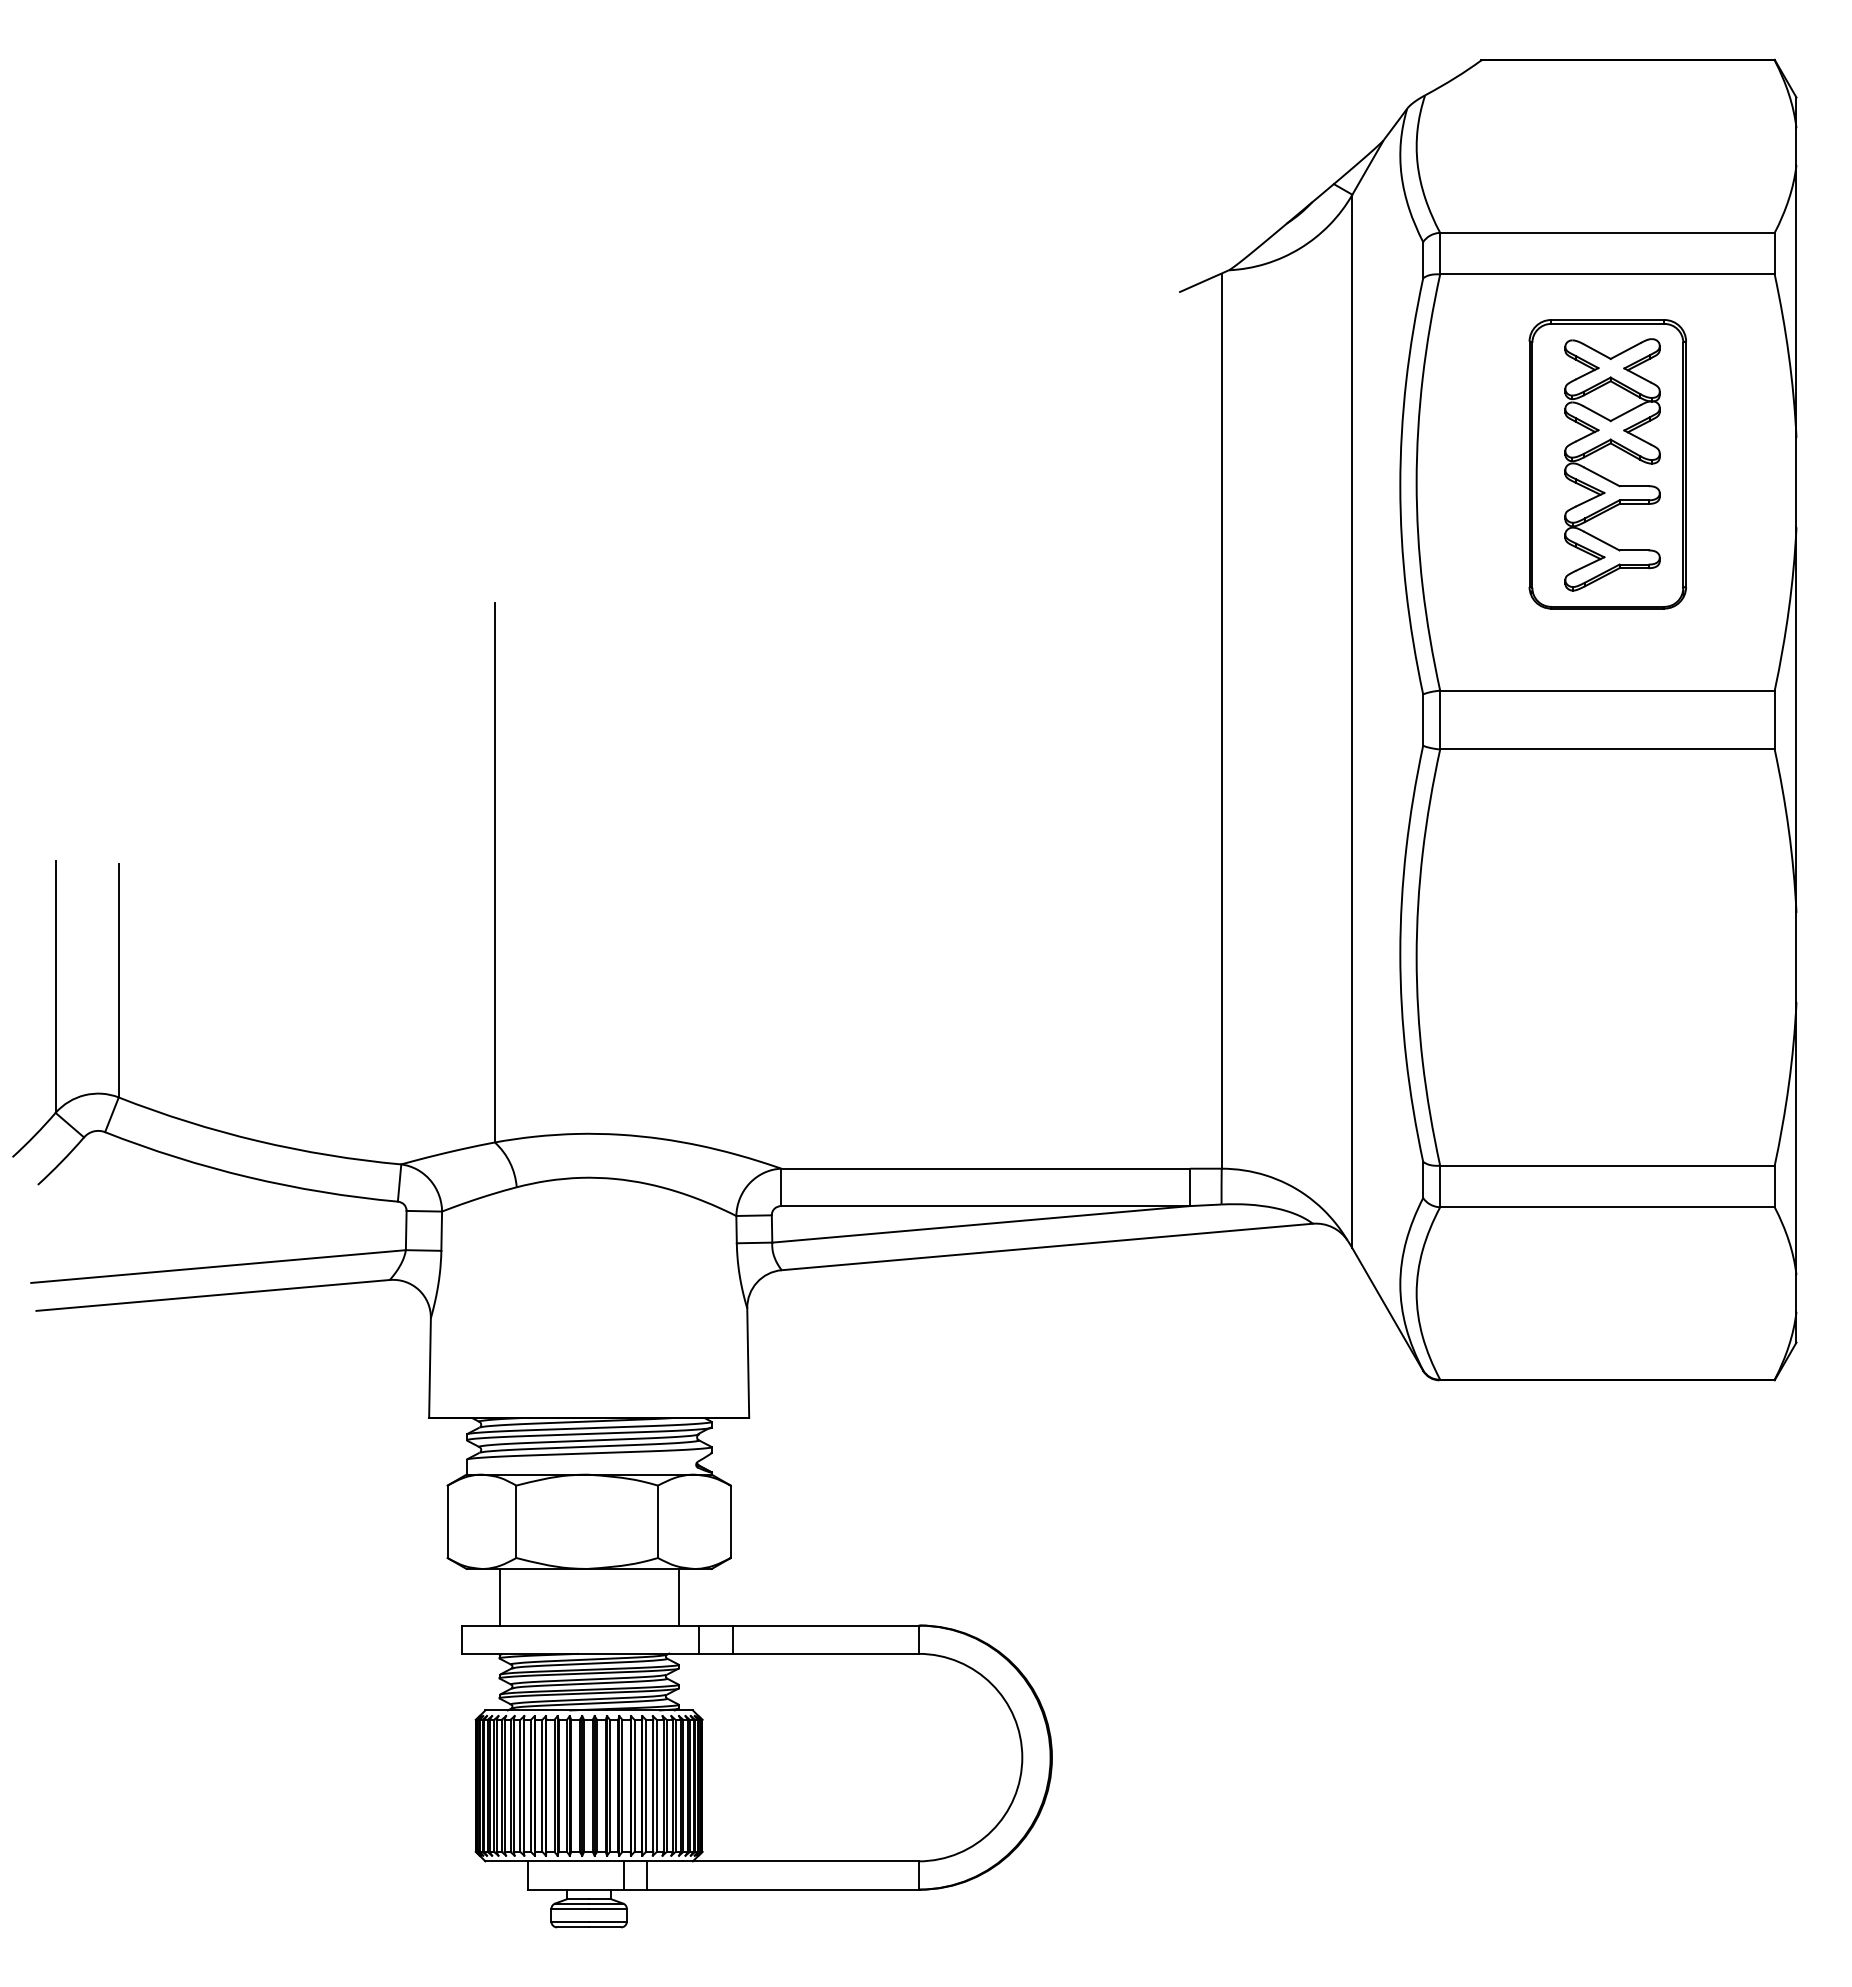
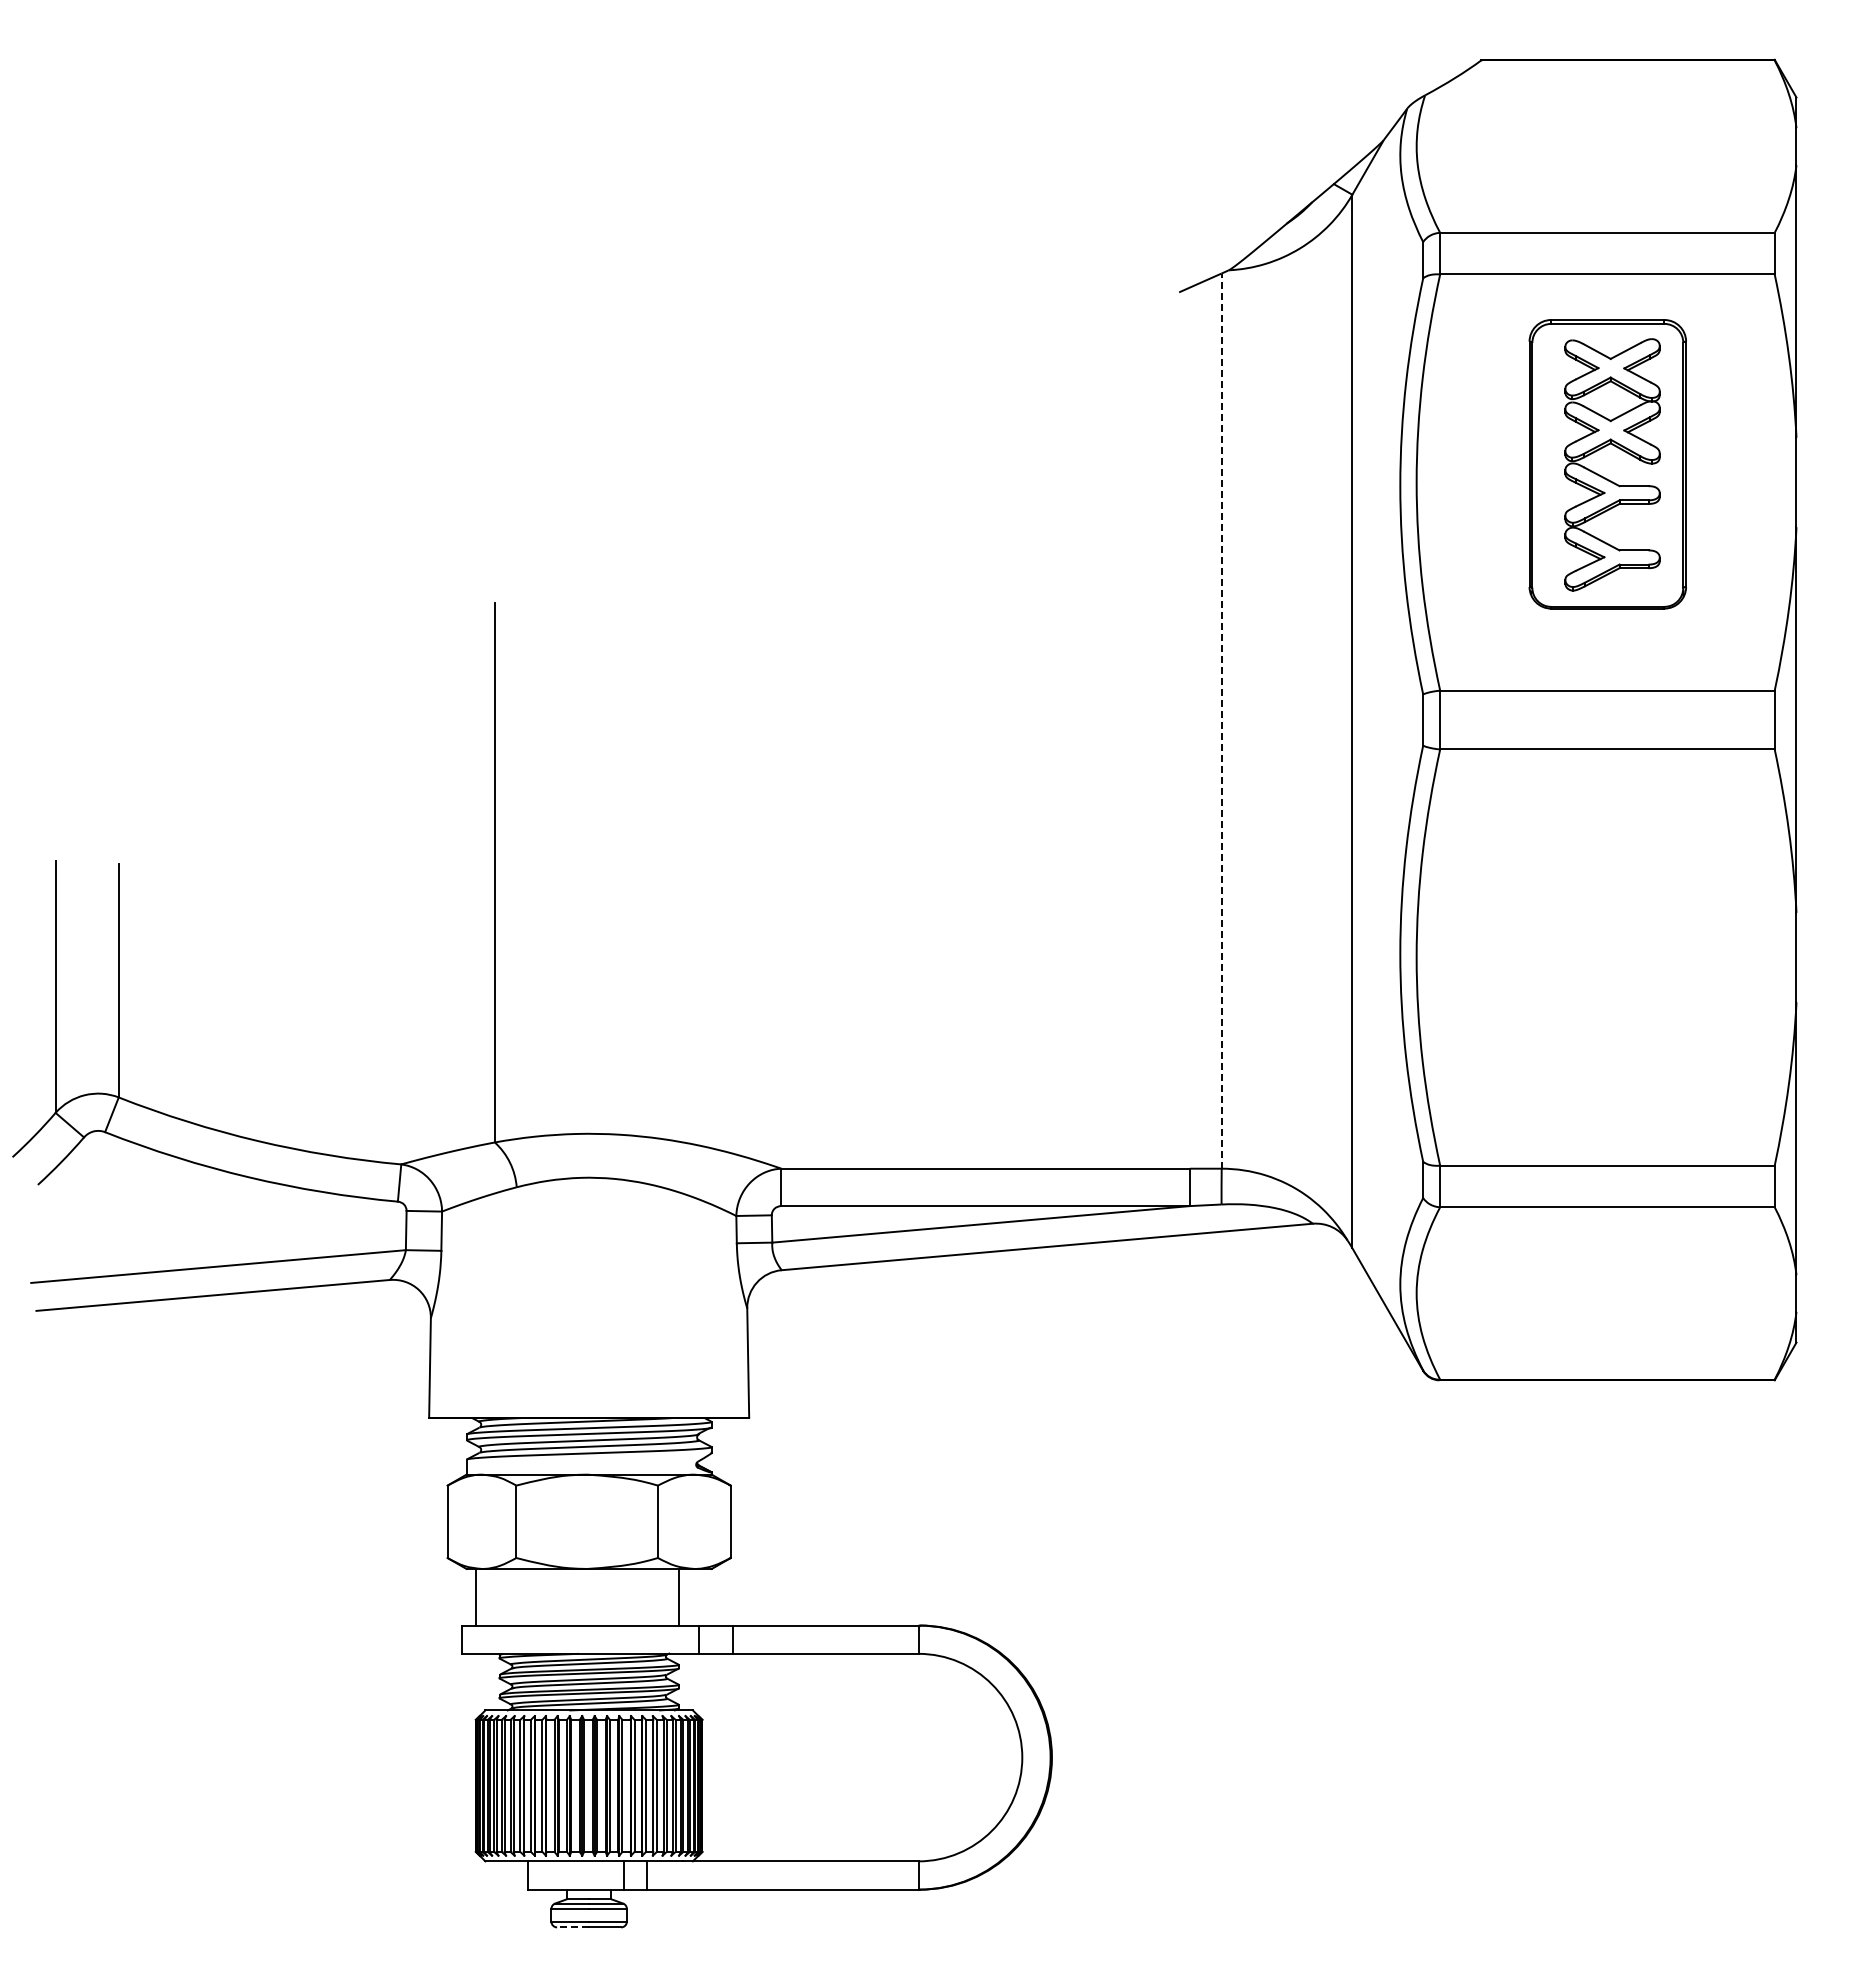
line at (1221, 721): solid -> dashed
line at (499, 1596) position: (499, 1596) -> (475, 1596)
line at (573, 1927): solid -> dashed
